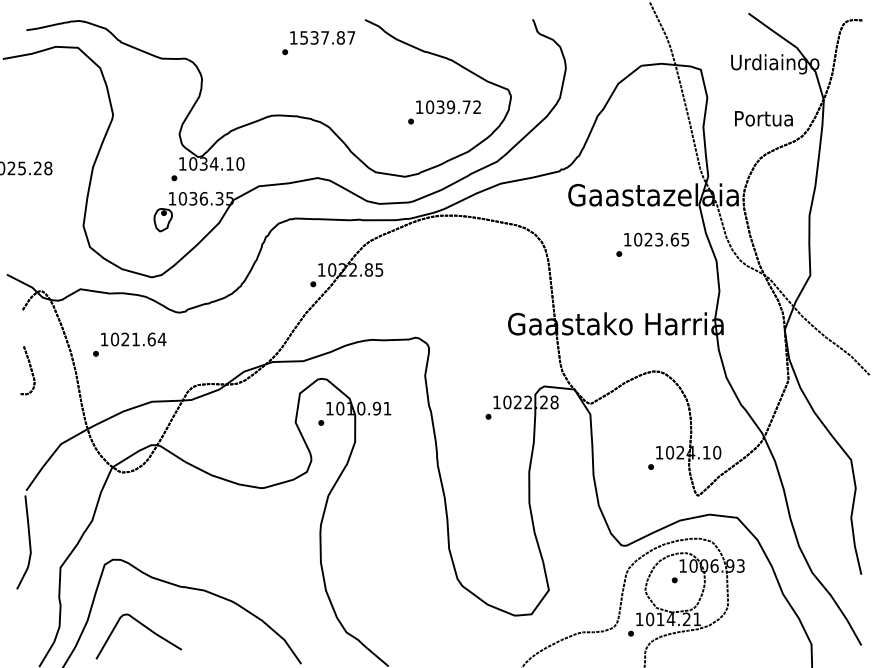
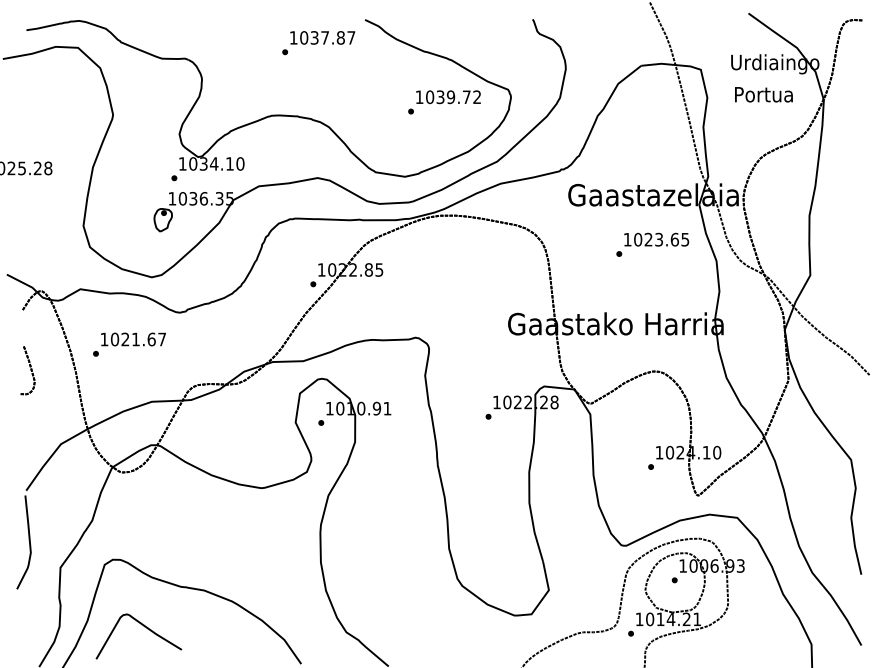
text at (304, 37): 1537.87 -> 1037.87
text at (444, 112) position: (444, 112) -> (444, 102)
text at (763, 118) position: (763, 118) -> (763, 94)
text at (161, 339): 1021.64 -> 1021.67
